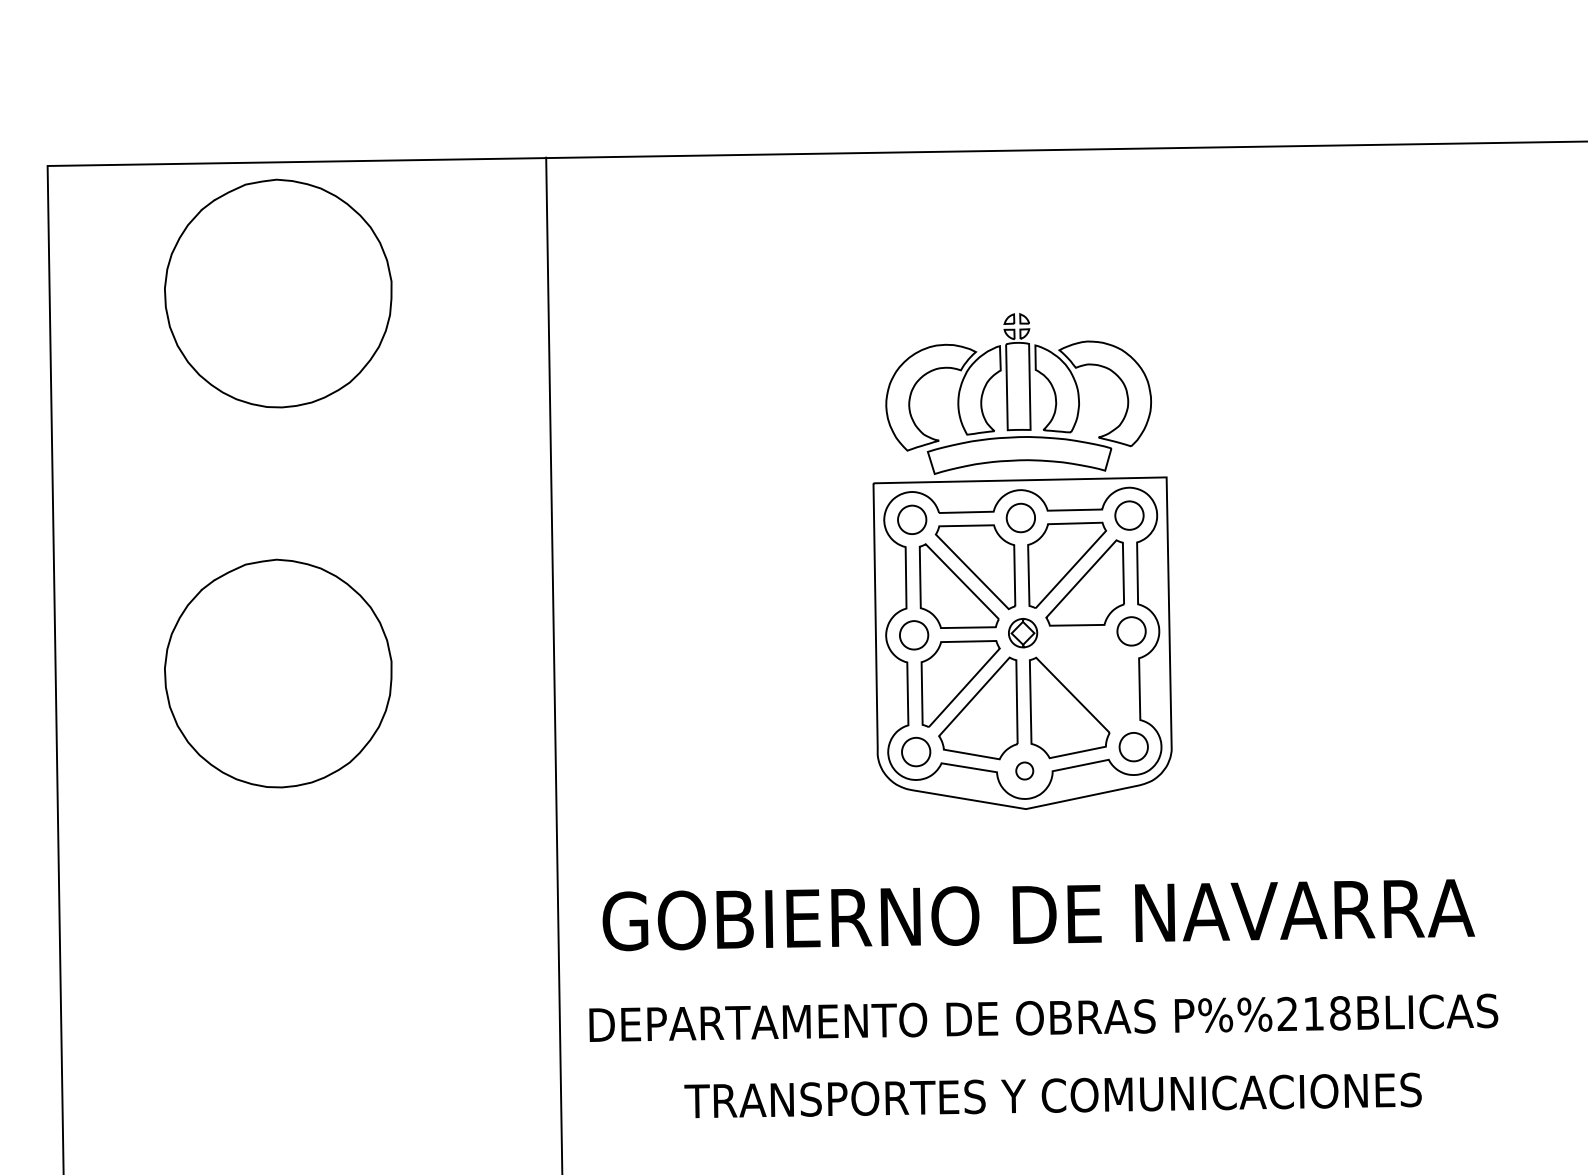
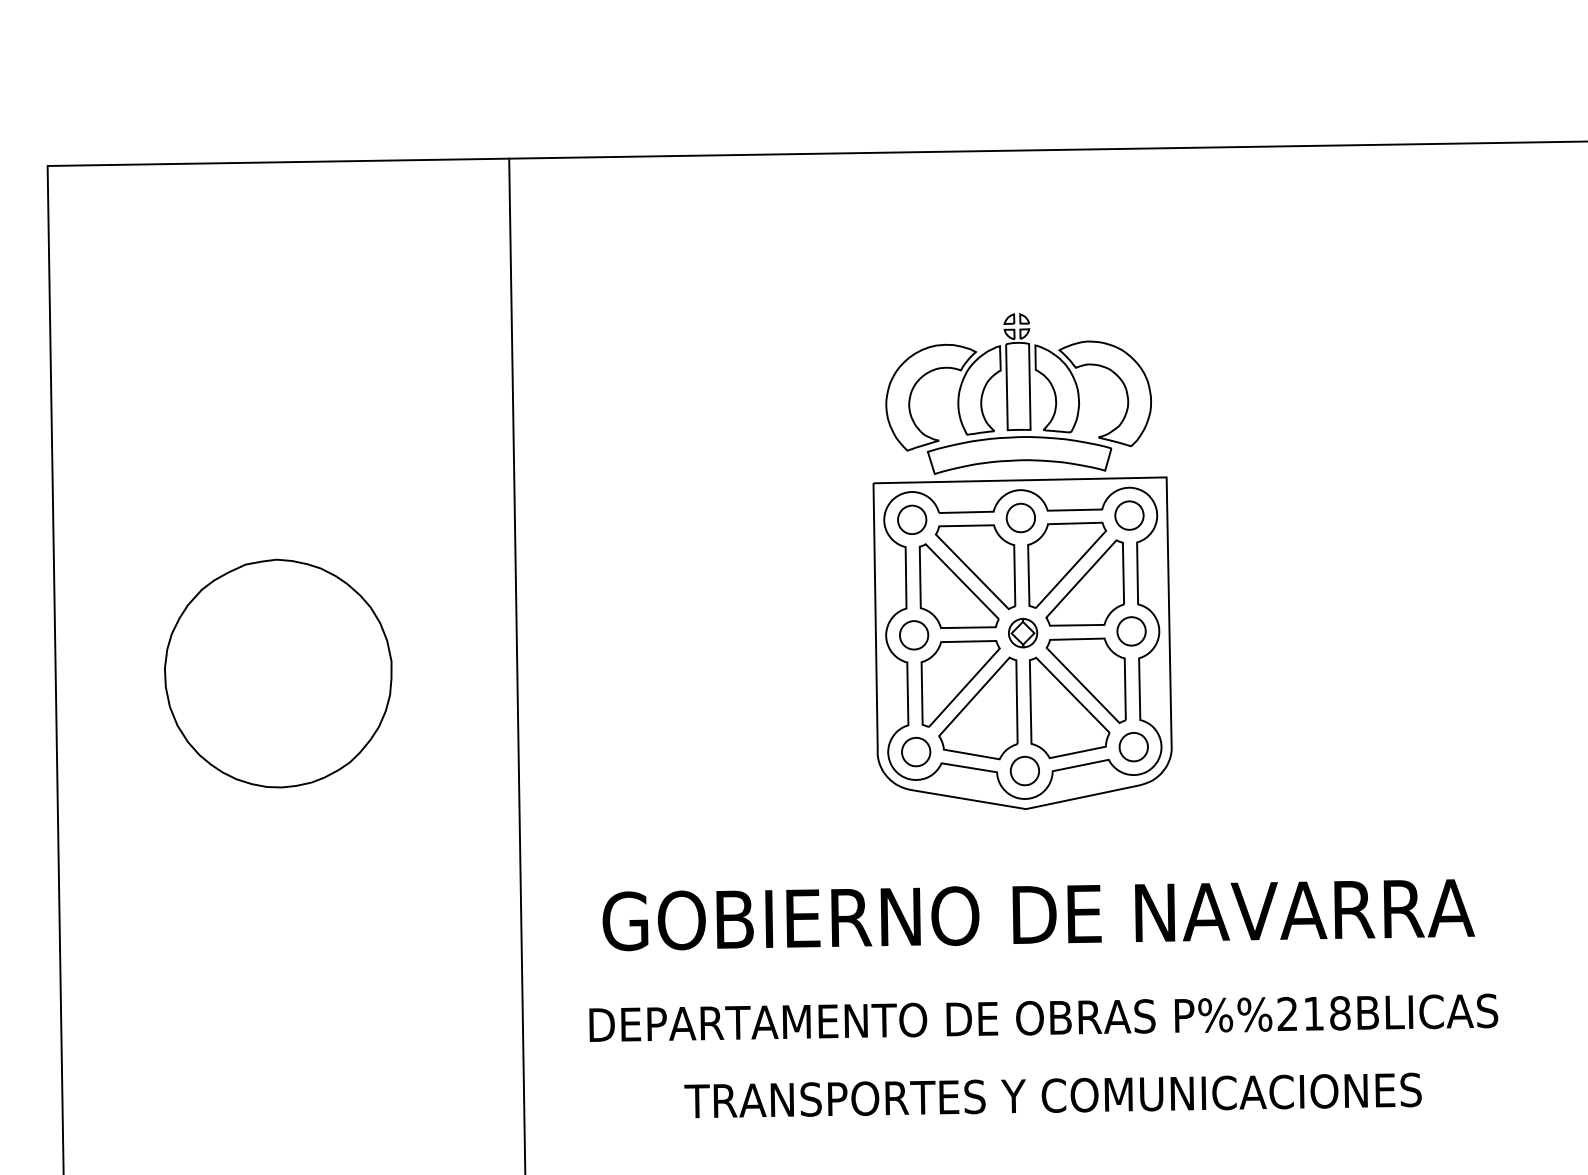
part at (278, 293): present -> none
line at (554, 664) position: (554, 664) -> (517, 664)
part at (1085, 680): none -> present
part at (1024, 770) size: 20x20 px -> 31x32 px
